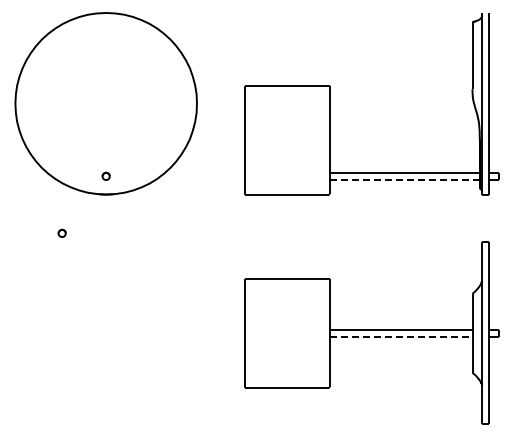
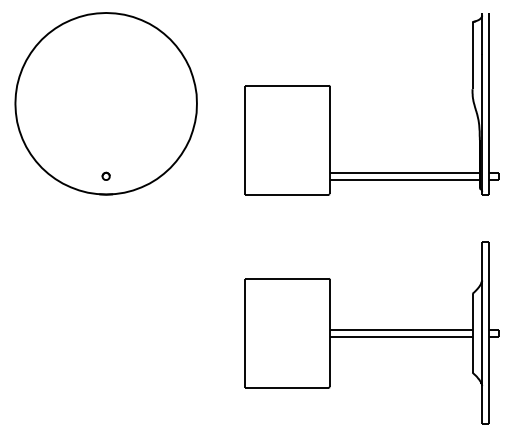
line at (405, 180): dashed -> solid
part at (61, 232): present -> none
line at (401, 336): dashed -> solid
